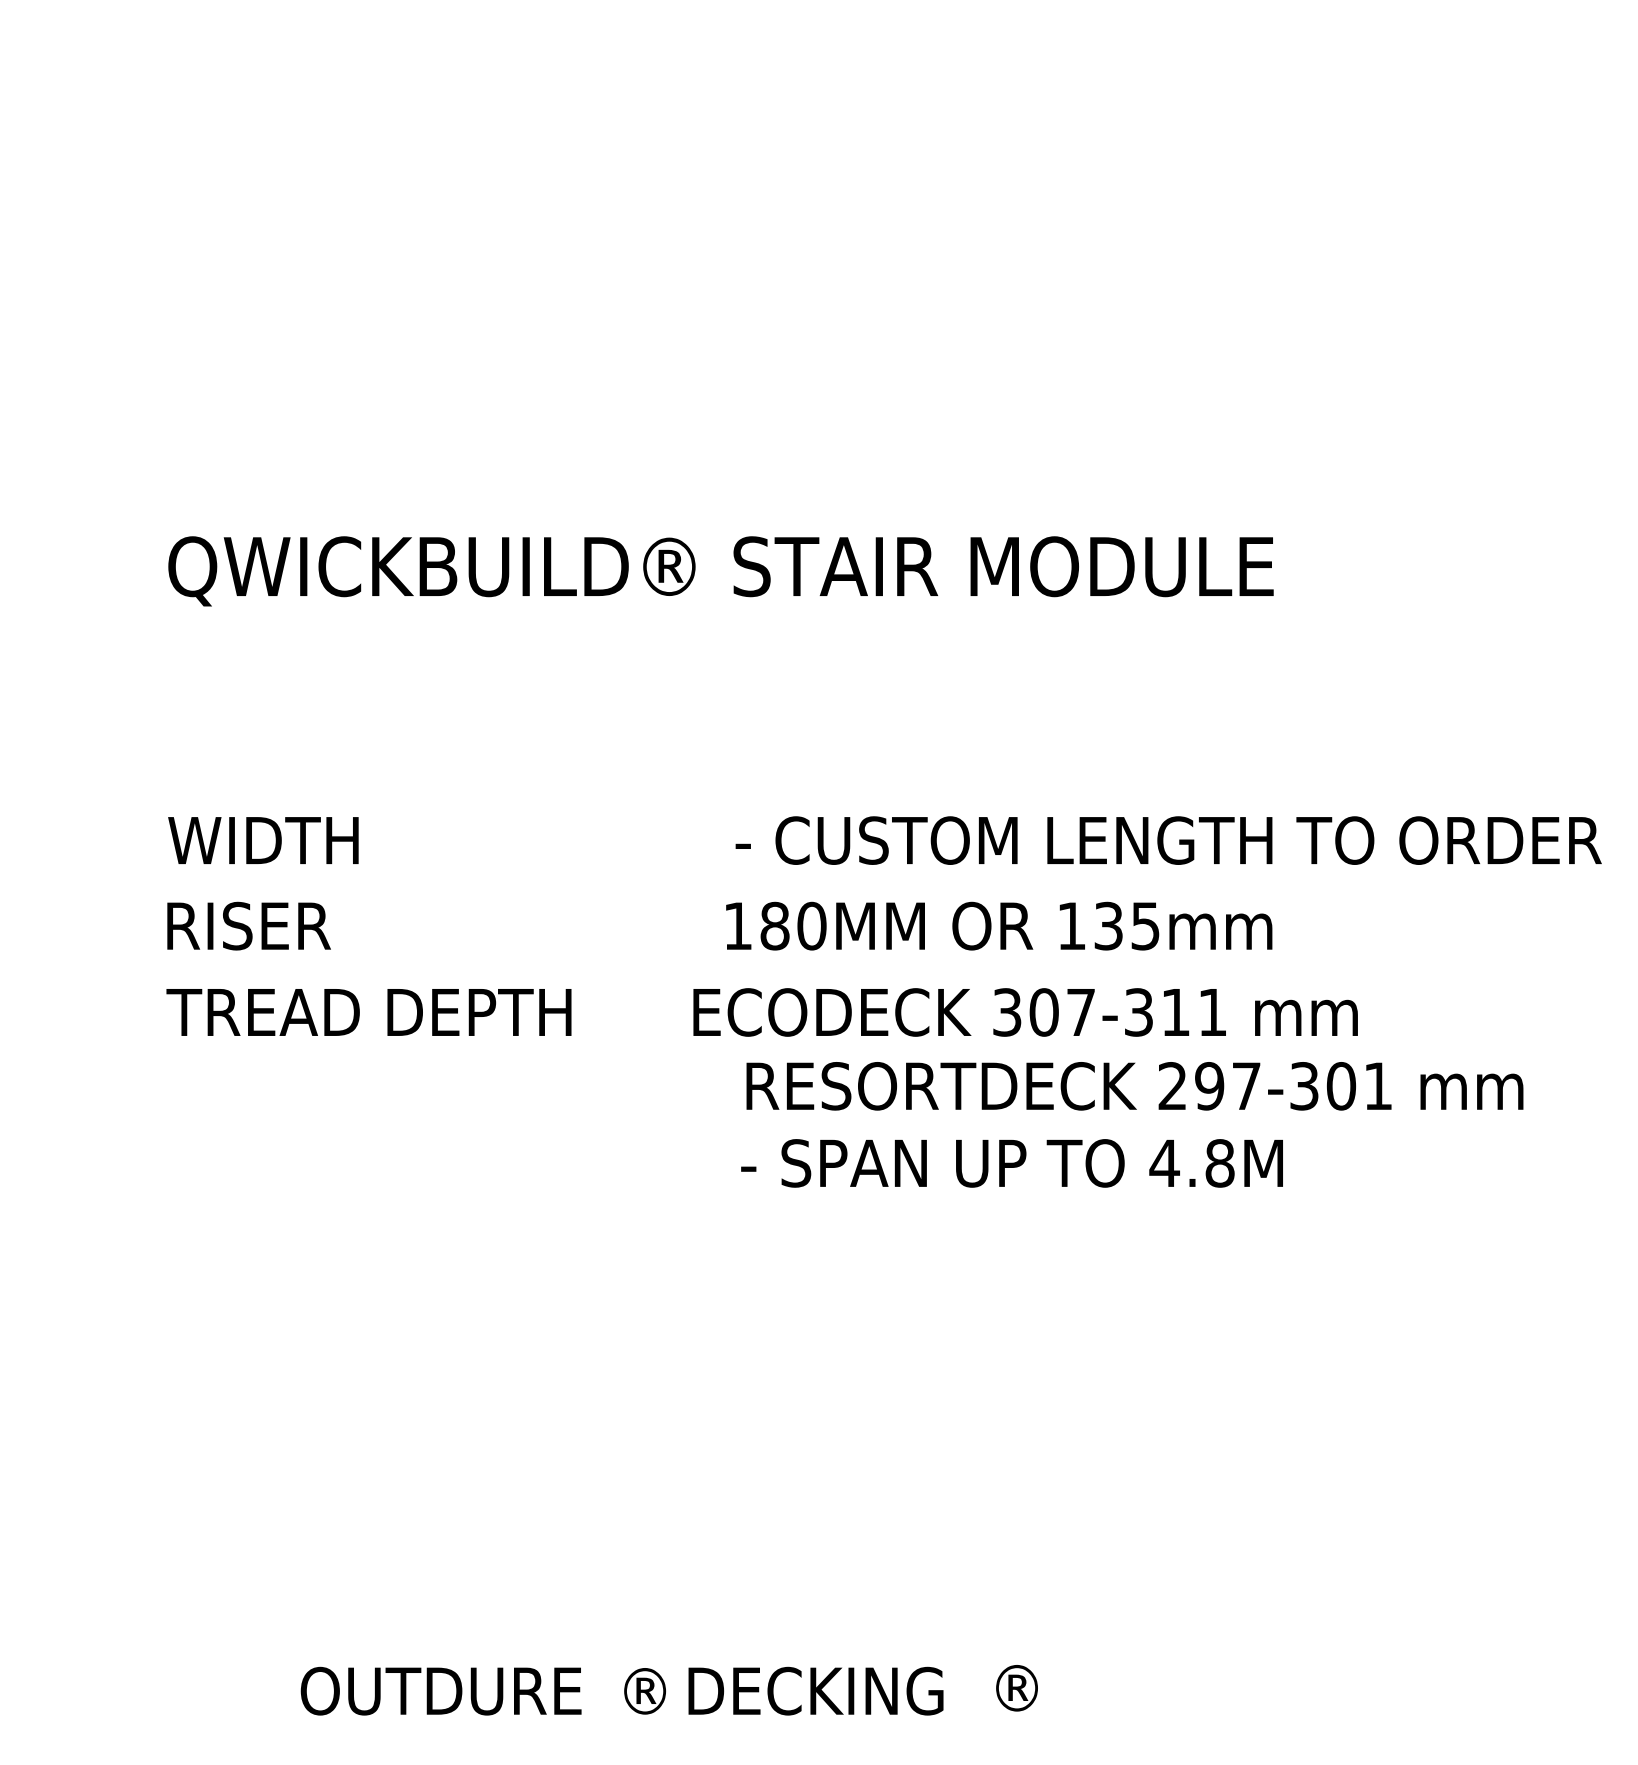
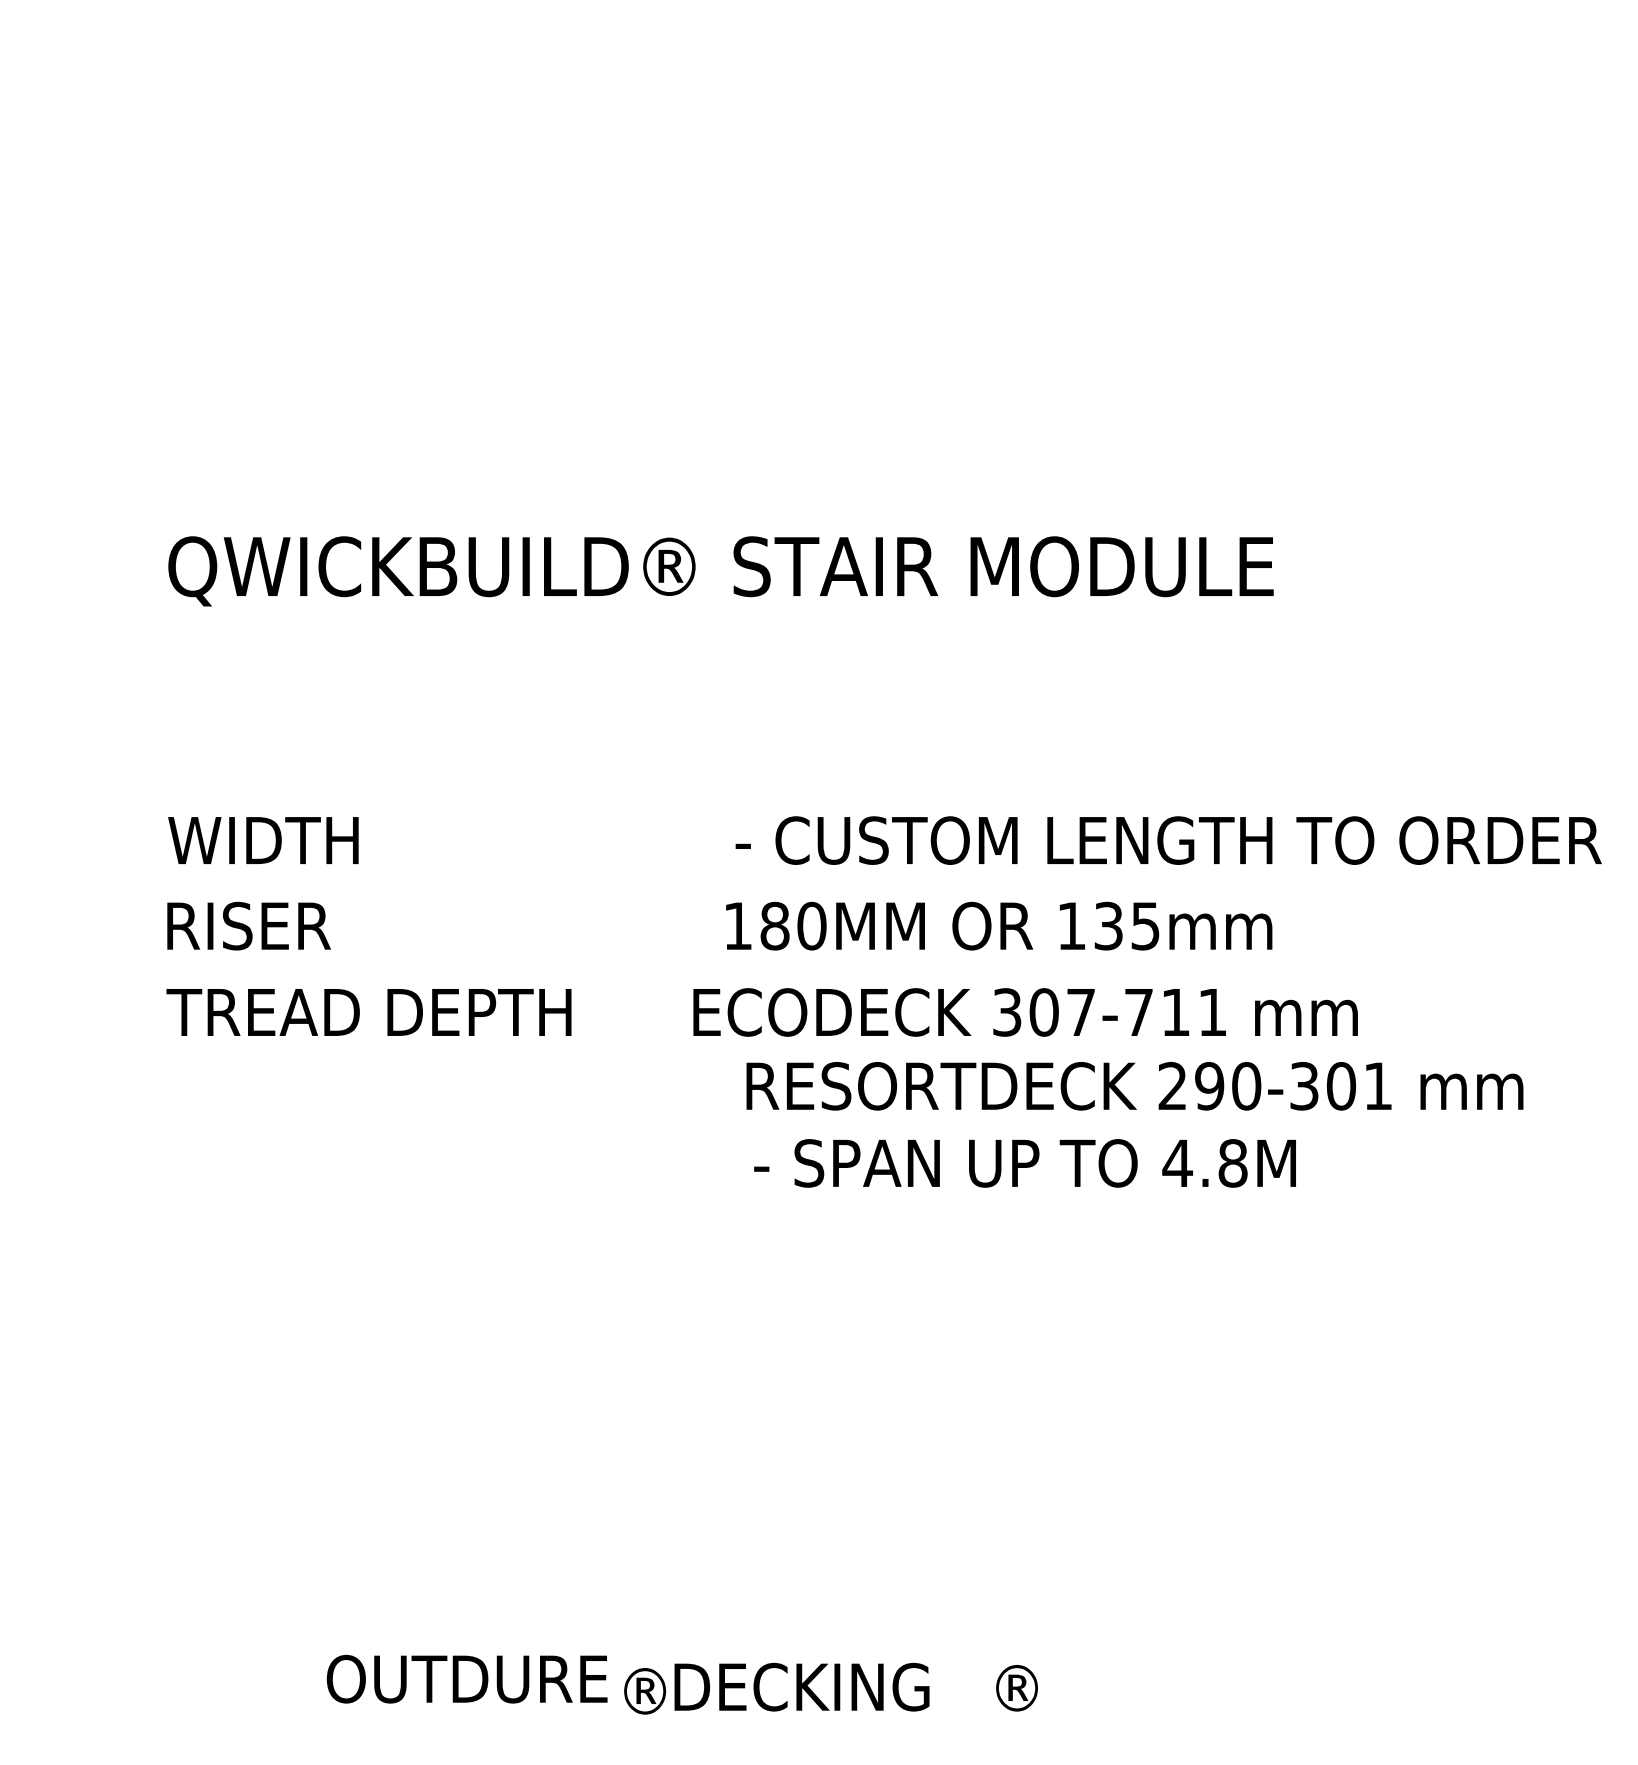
text at (1138, 1012): 307-311 -> 307-711
text at (1246, 1086): 297-301 -> 290-301
text at (1011, 1163) position: (1011, 1163) -> (1024, 1163)
text at (440, 1690) position: (440, 1690) -> (466, 1678)
text at (815, 1690) position: (815, 1690) -> (801, 1686)
